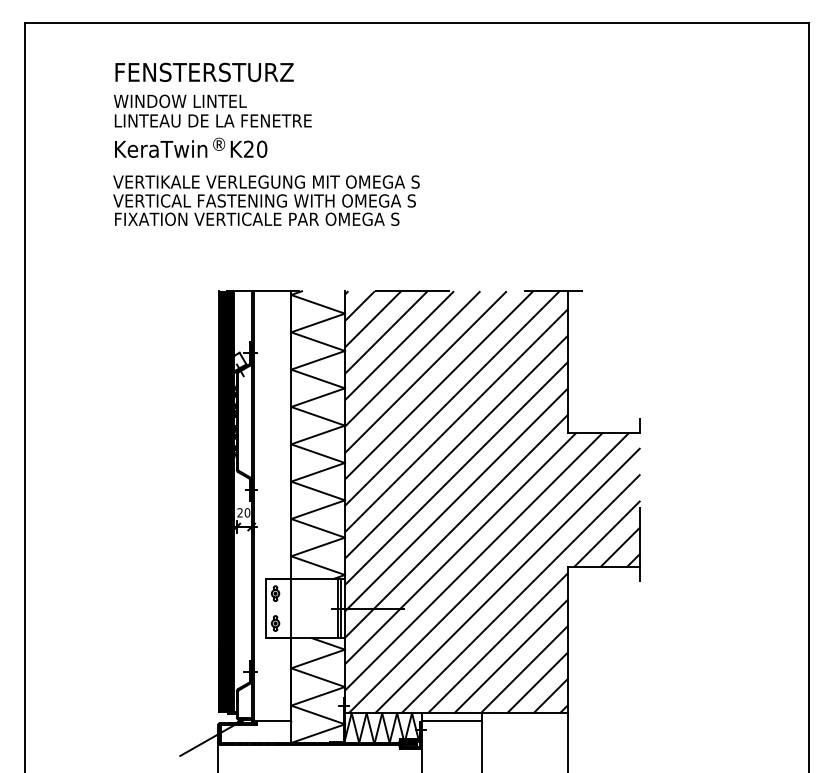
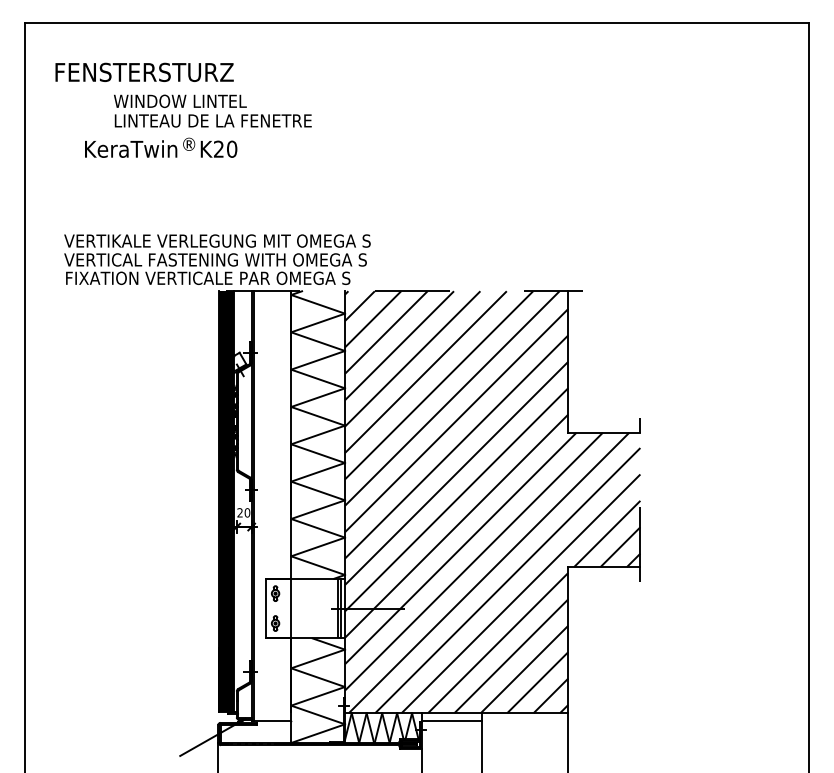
text at (204, 71) position: (204, 71) -> (144, 71)
text at (191, 147) position: (191, 147) -> (161, 147)
text at (266, 200) position: (266, 200) -> (217, 259)
